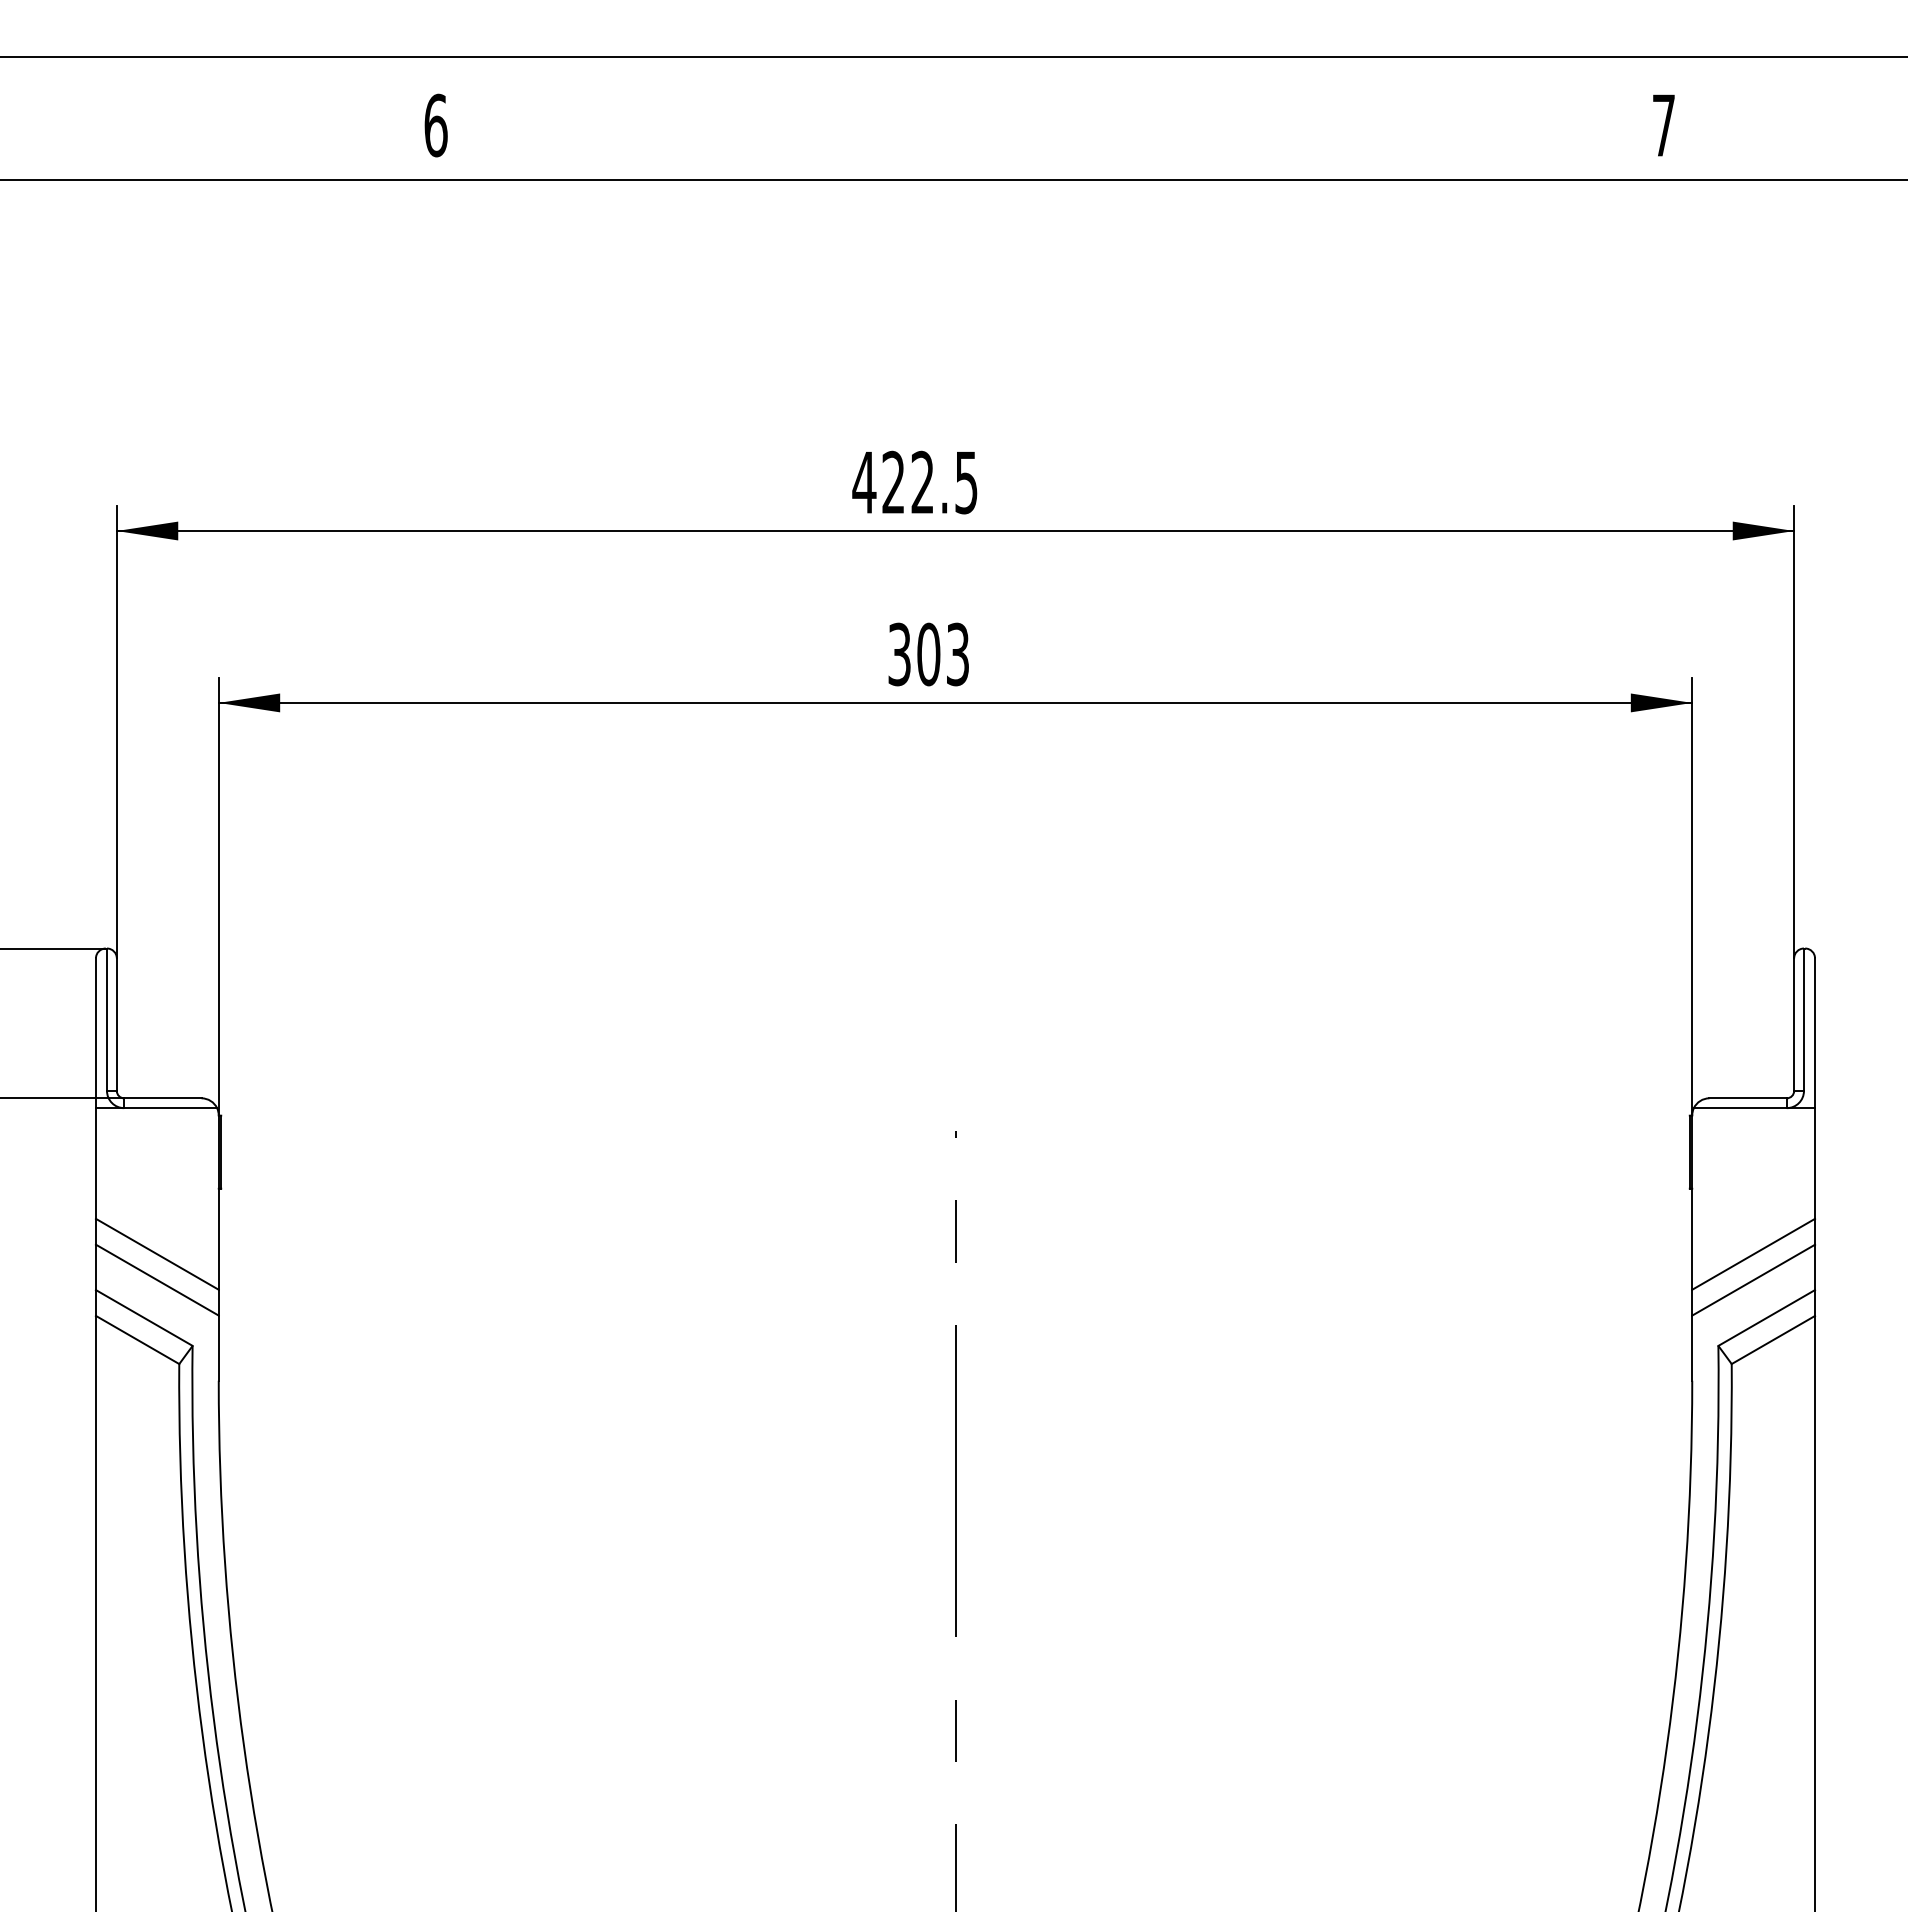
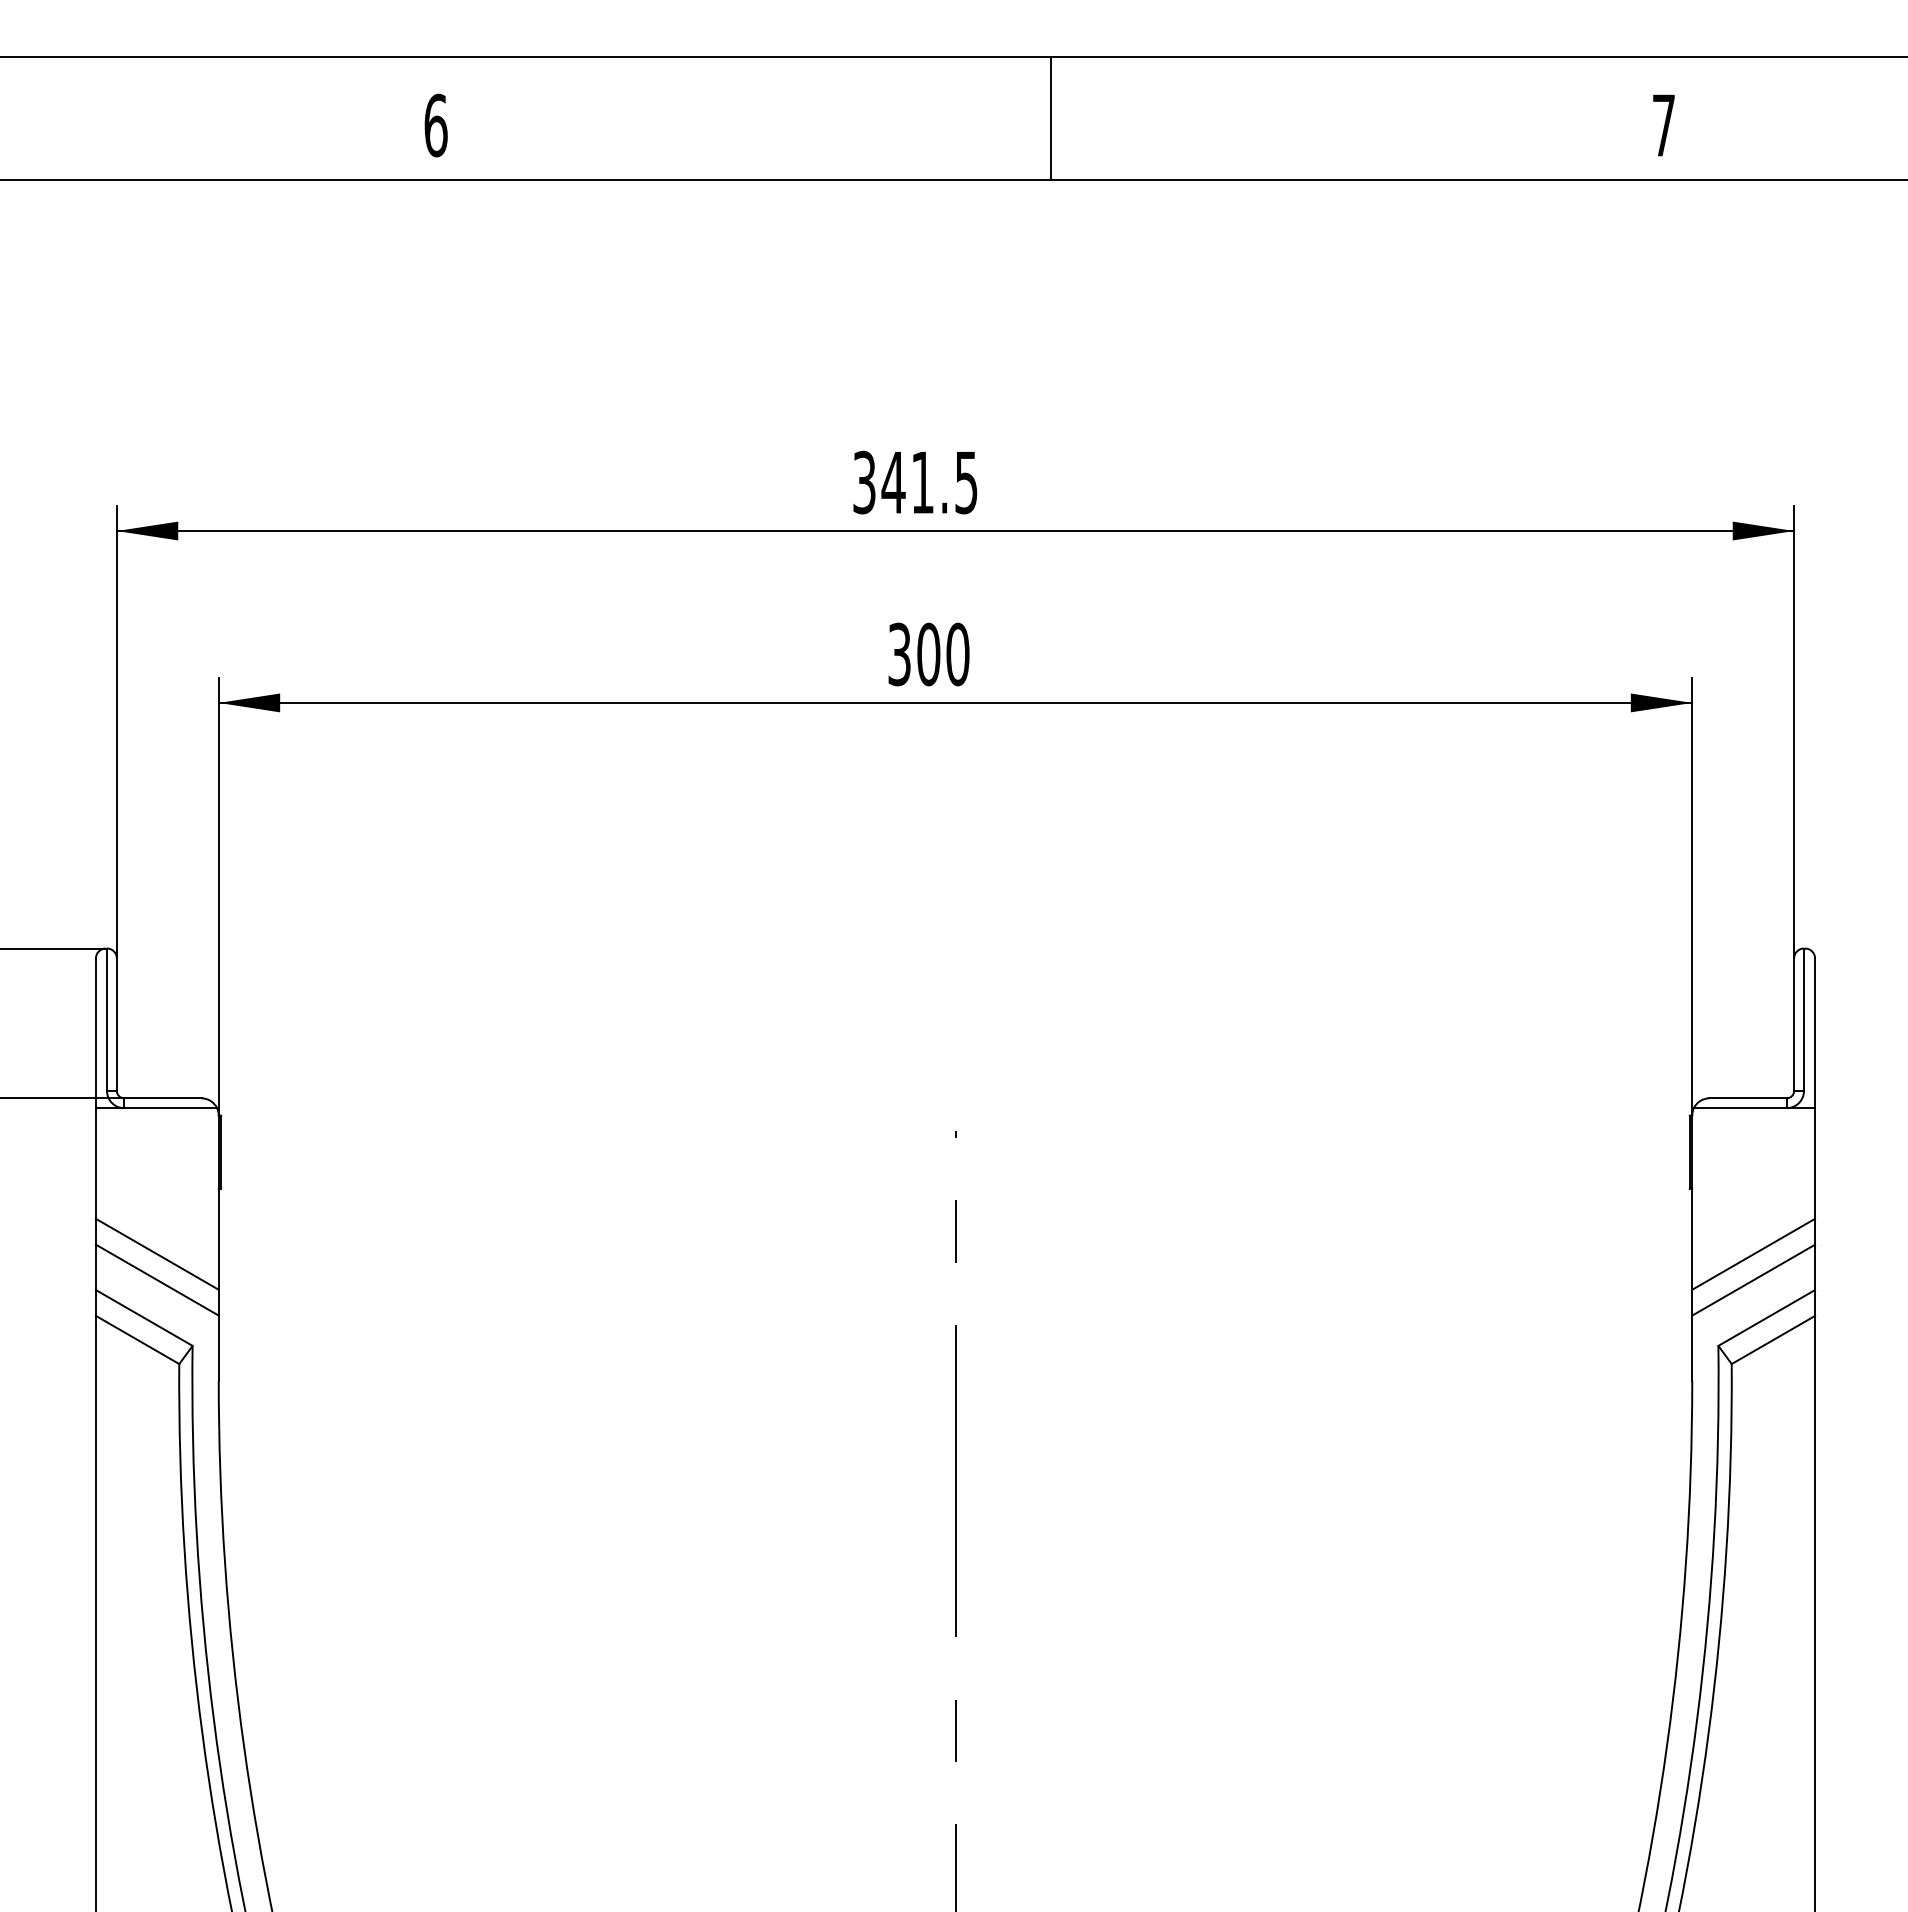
line at (1050, 118): none -> present
text at (892, 482): 422.5 -> 341.5
text at (957, 654): 303 -> 300
